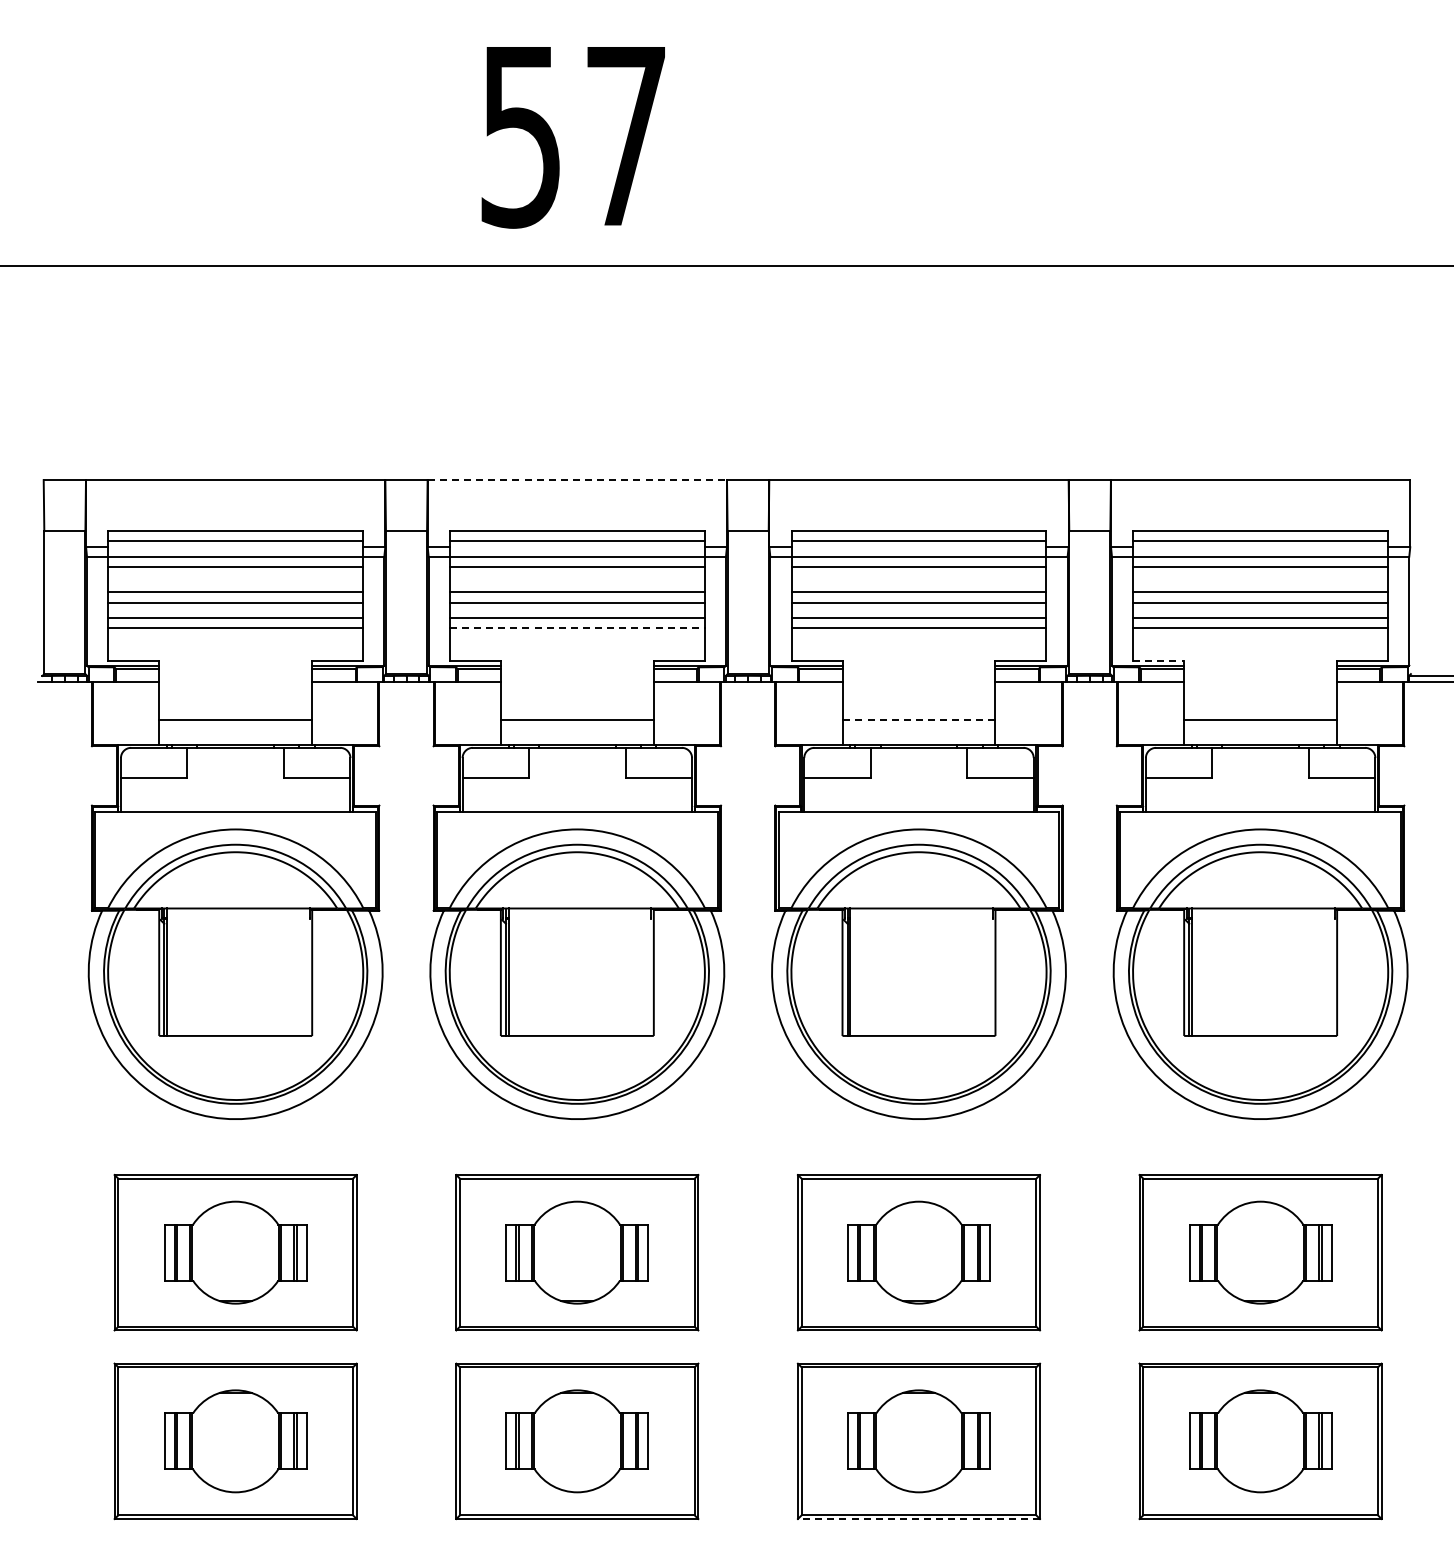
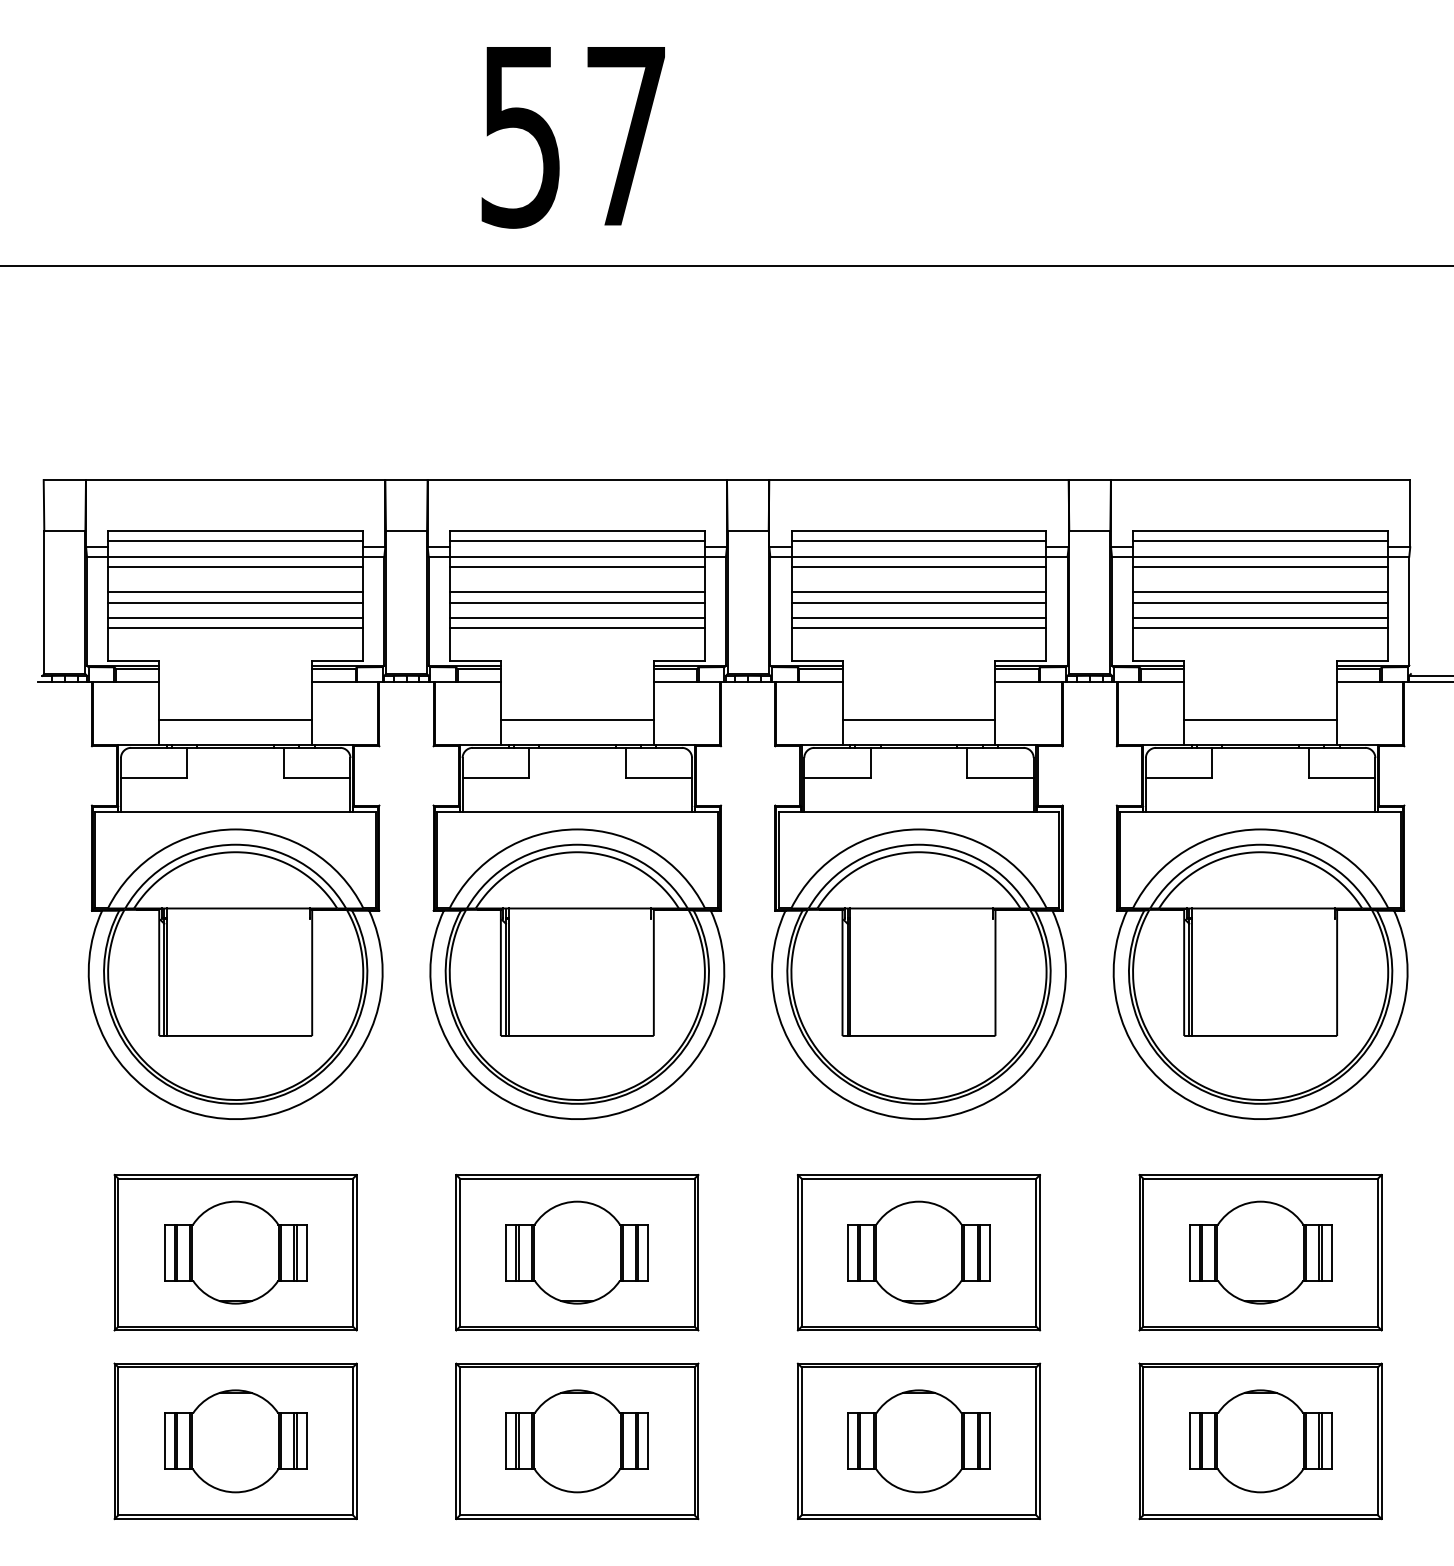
line at (577, 480): dashed -> solid
line at (577, 628): dashed -> solid
line at (1159, 661): dashed -> solid
line at (918, 719): dashed -> solid
line at (918, 1519): dashed -> solid
